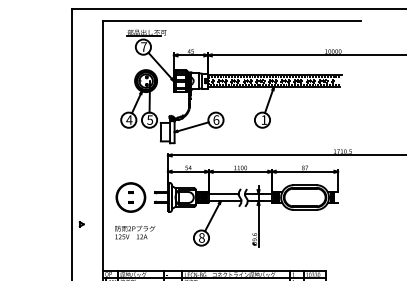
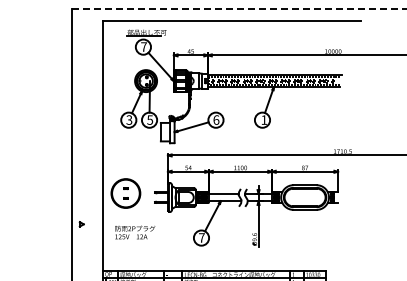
line at (239, 9): solid -> dashed
text at (129, 119): 4 -> 3
part at (130, 197) position: (130, 197) -> (125, 193)
text at (201, 237): 8 -> 7
